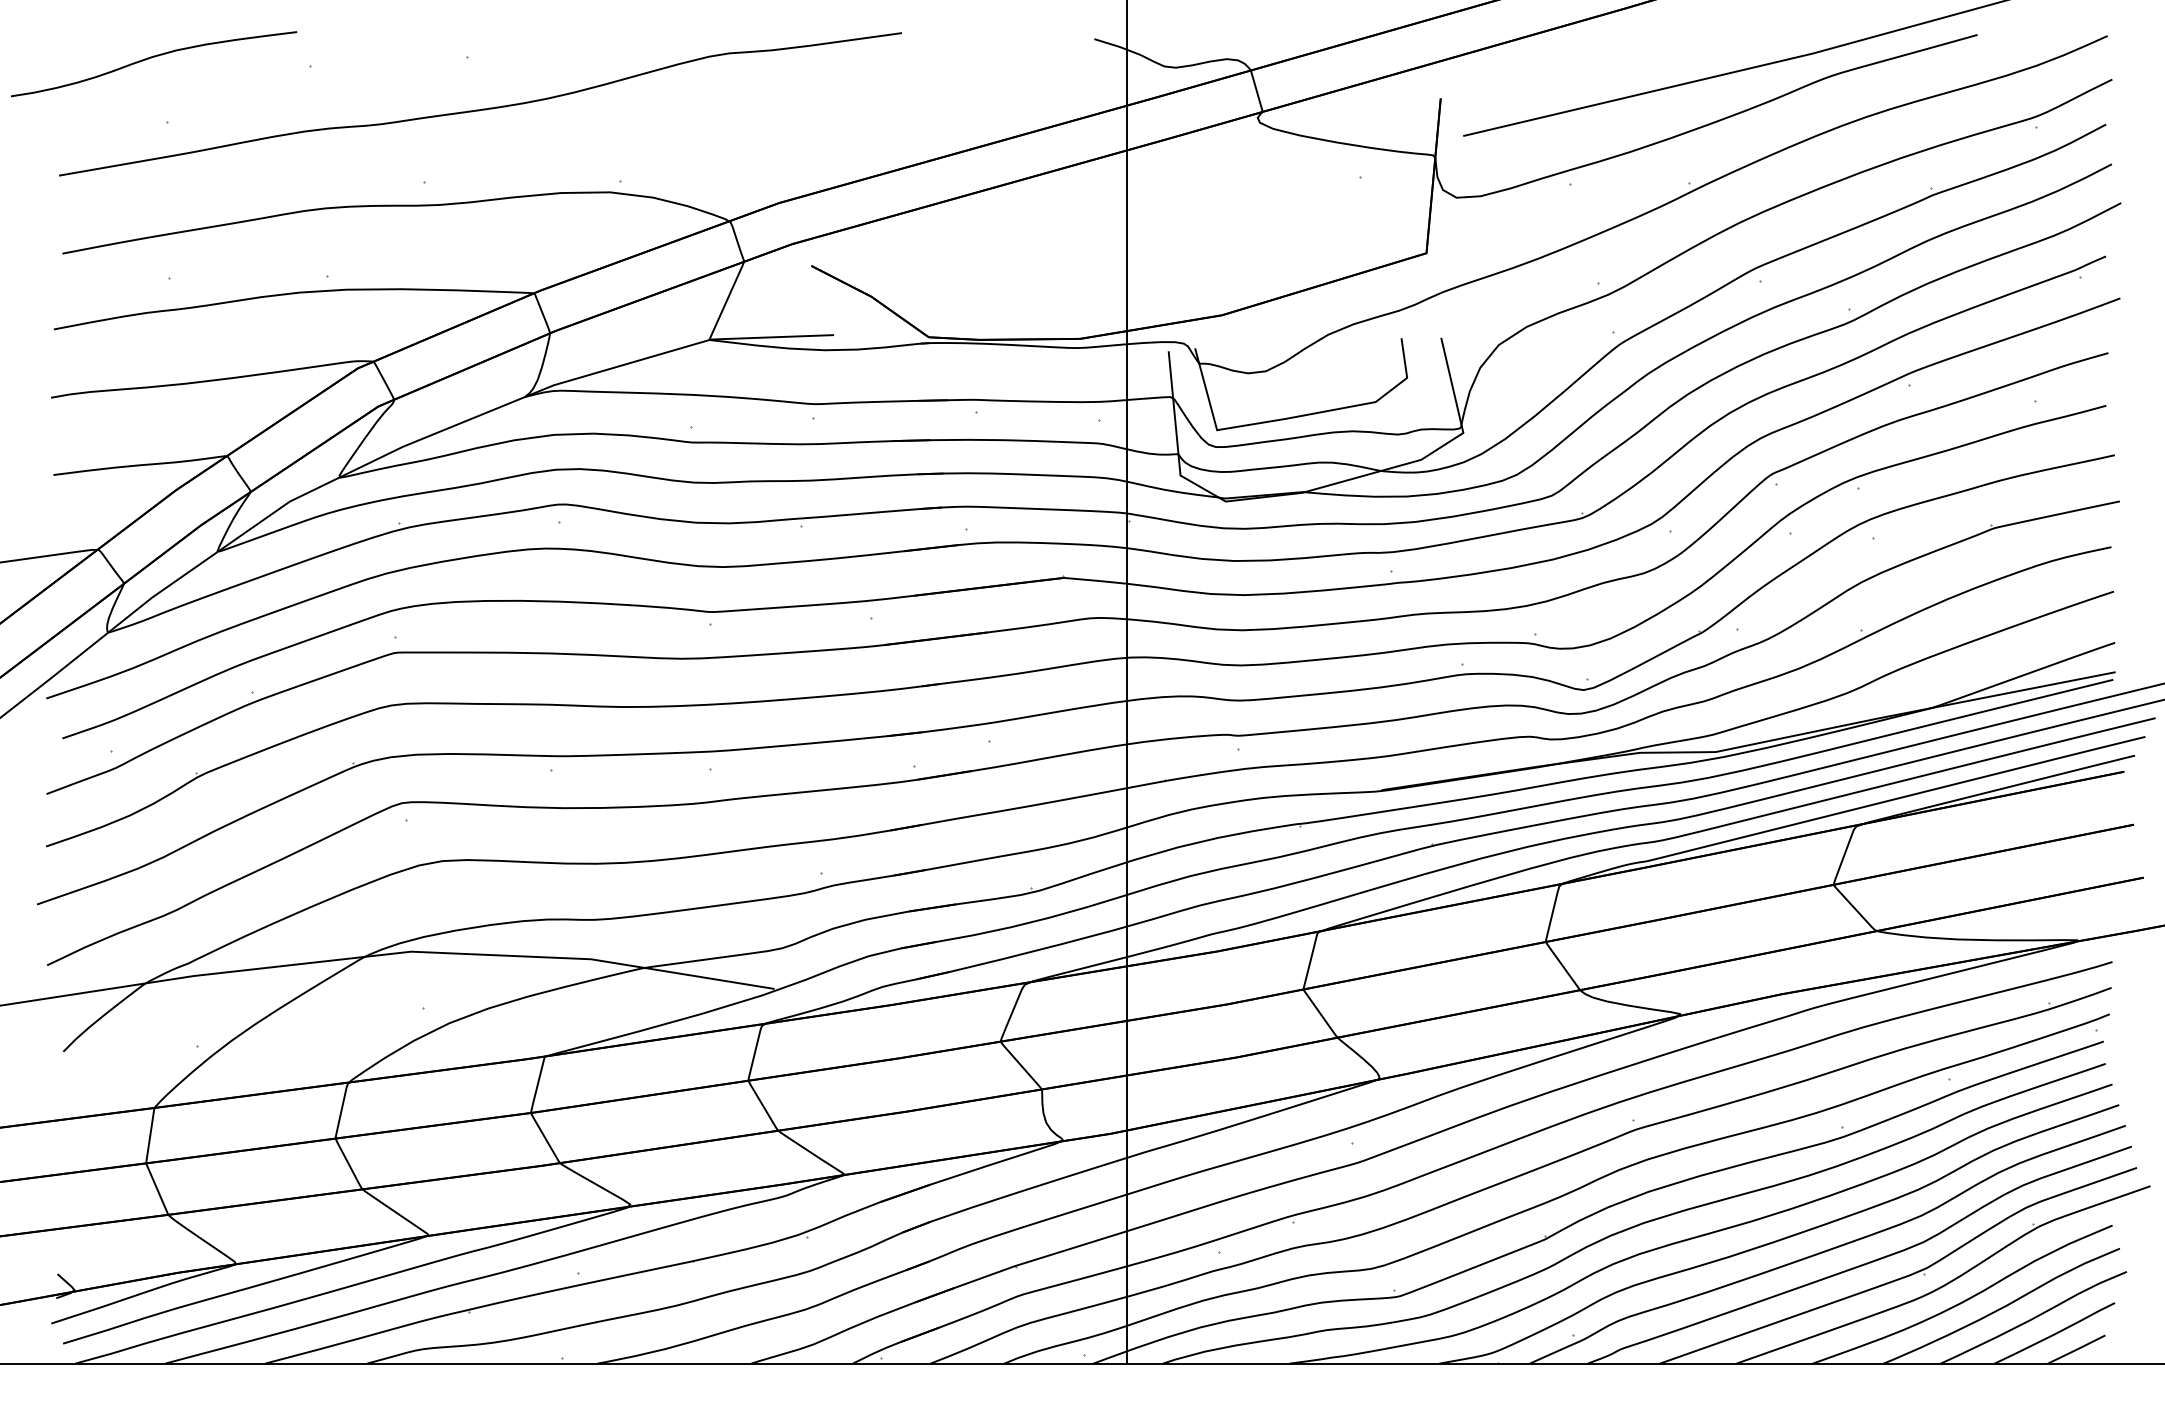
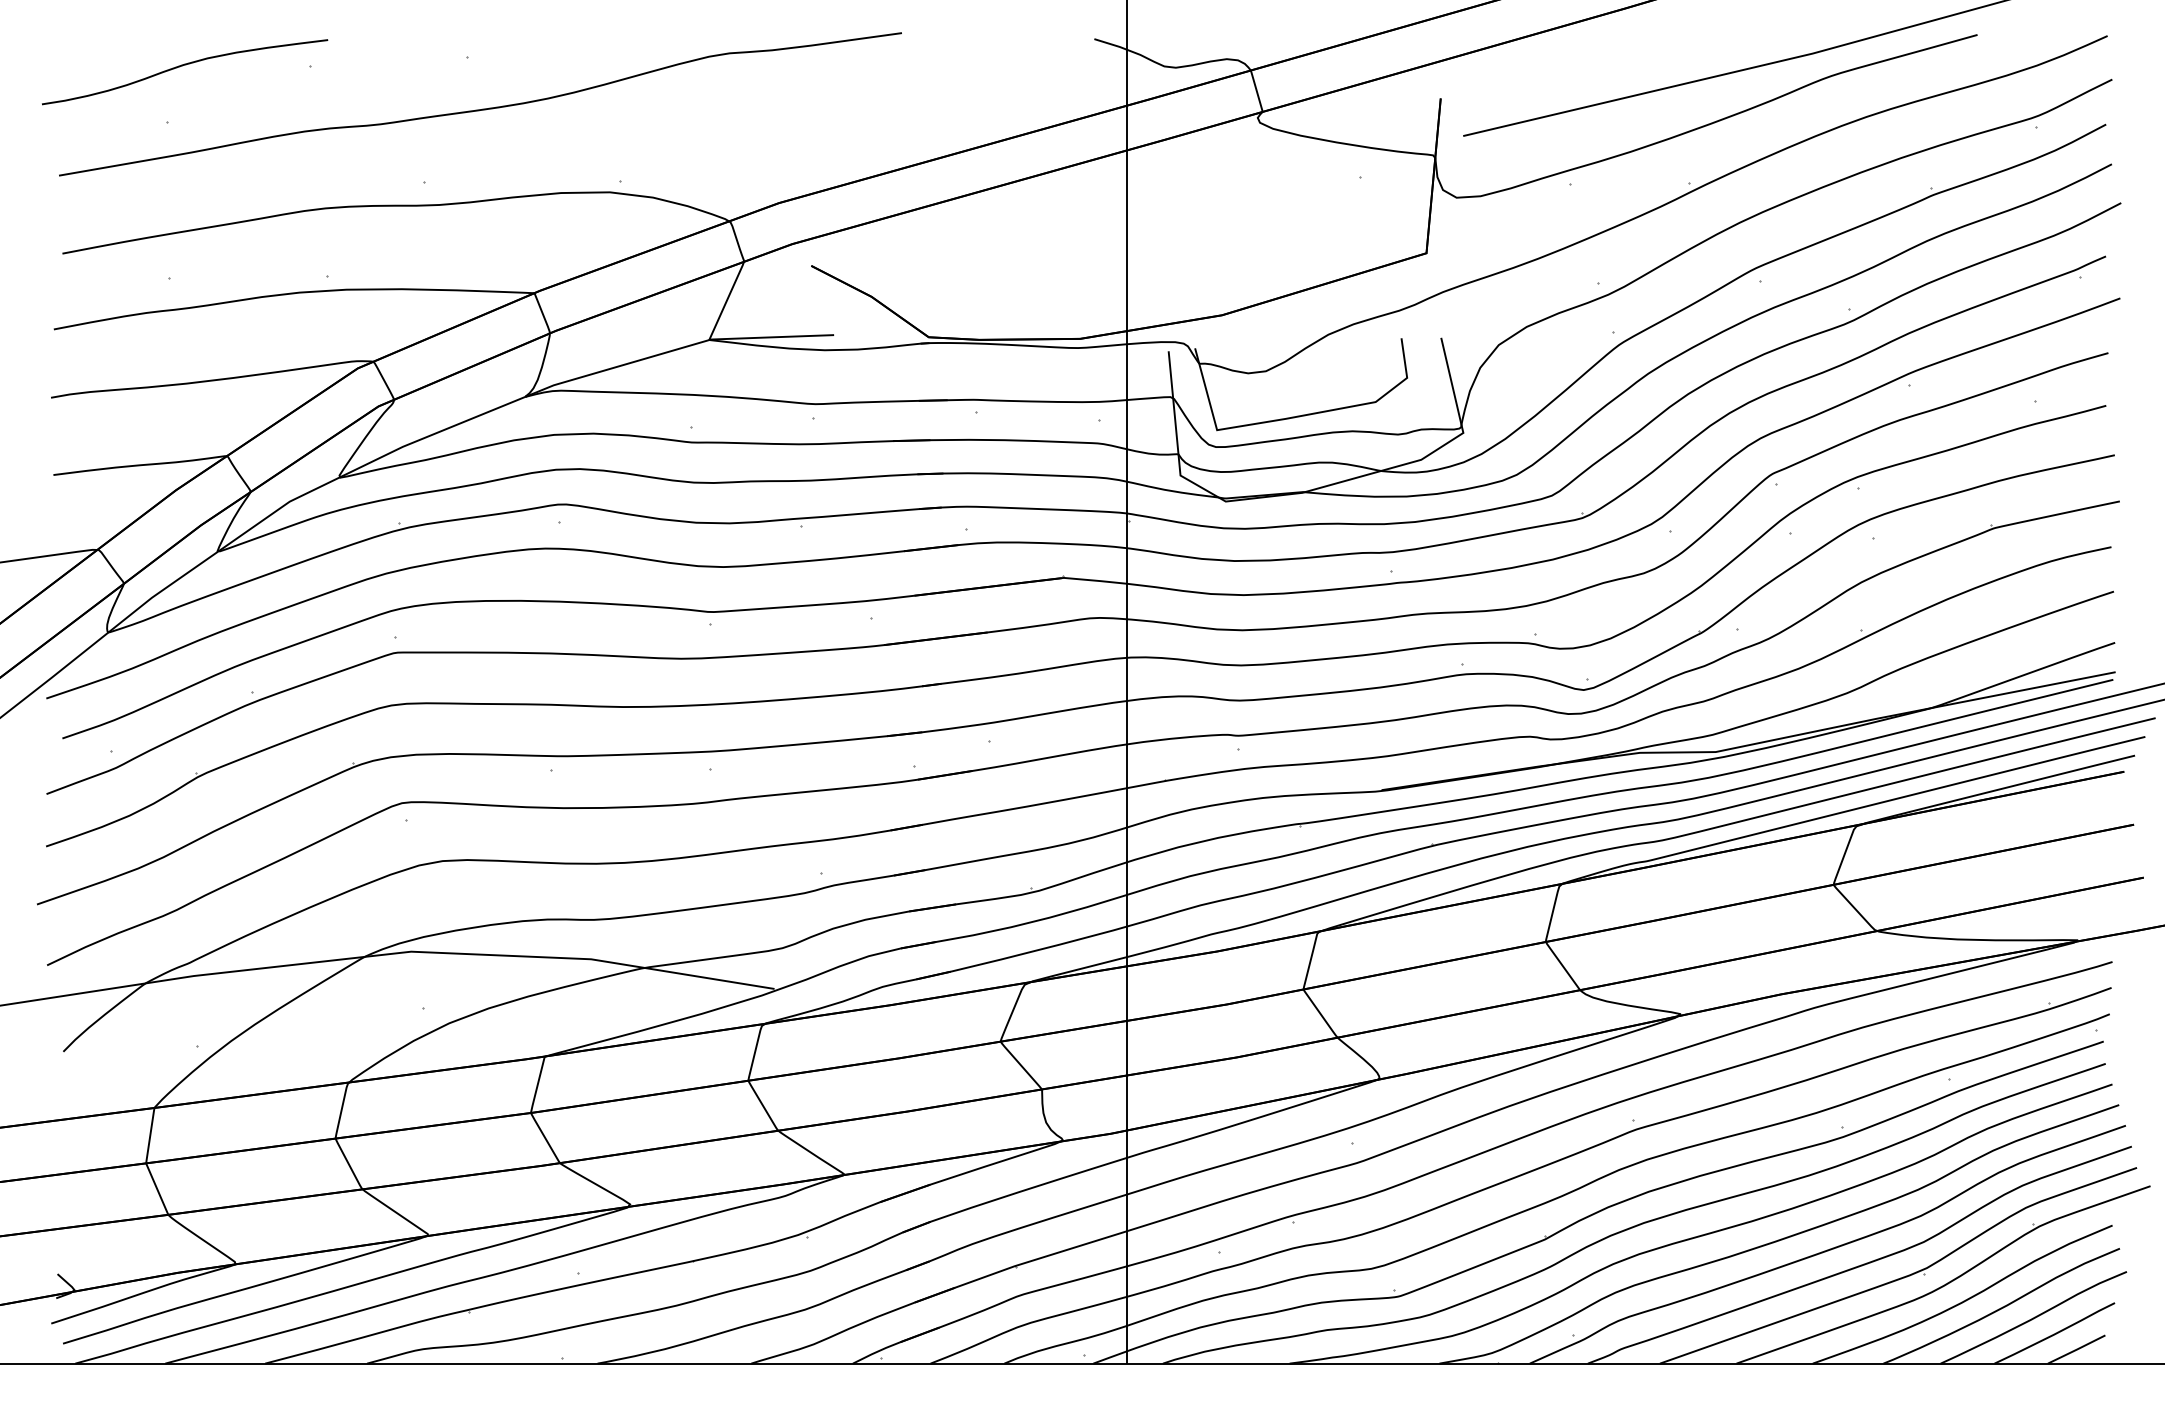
curve at (151, 58) position: (151, 58) -> (182, 66)
